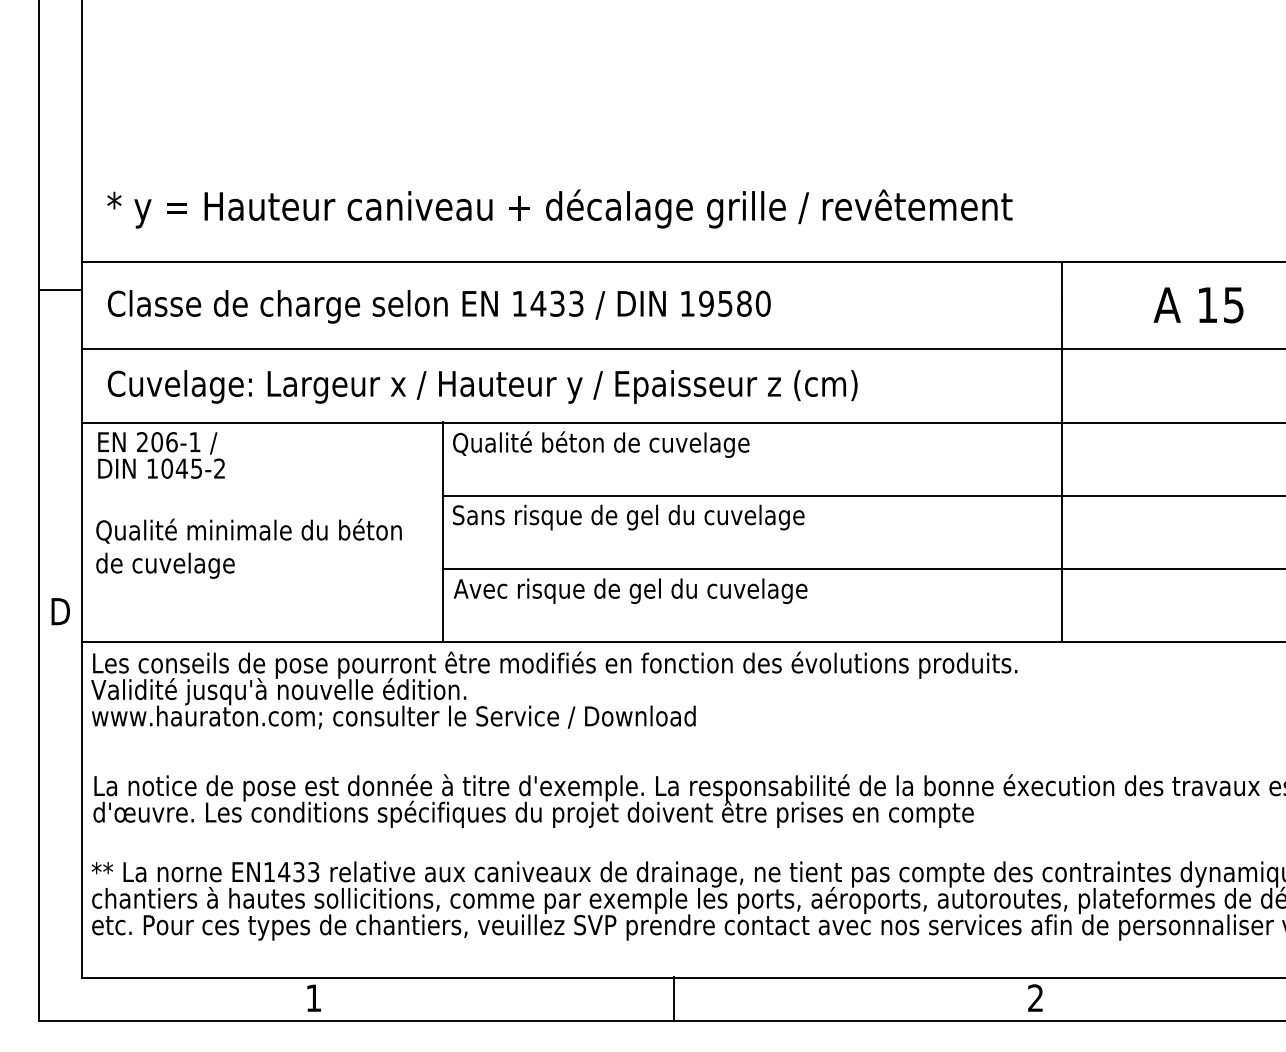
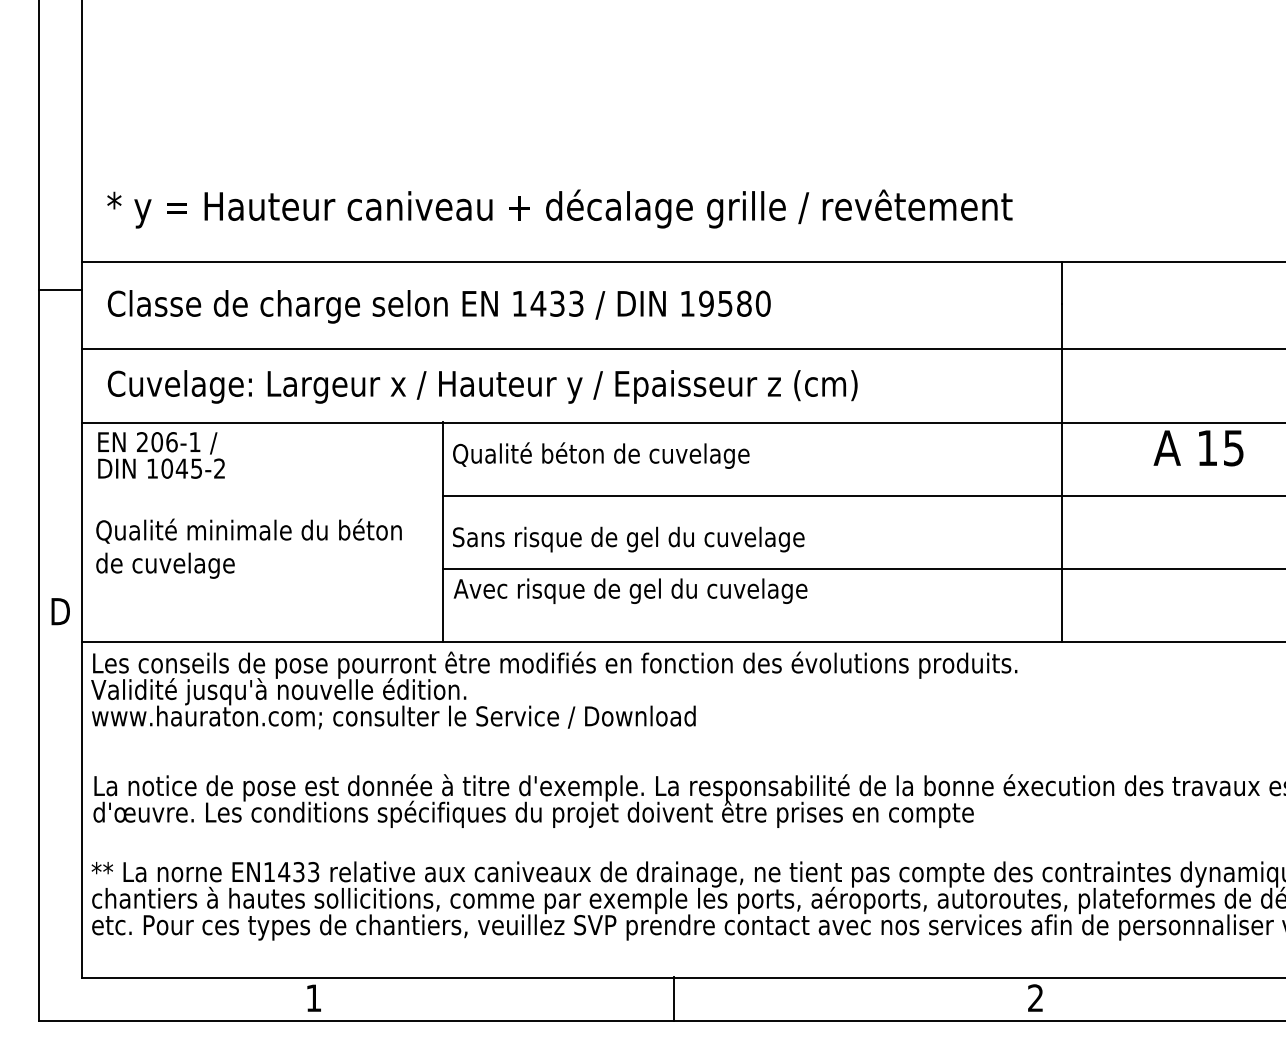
text at (1198, 305) position: (1198, 305) -> (1198, 448)
text at (601, 444) position: (601, 444) -> (601, 455)
text at (628, 517) position: (628, 517) -> (628, 539)
